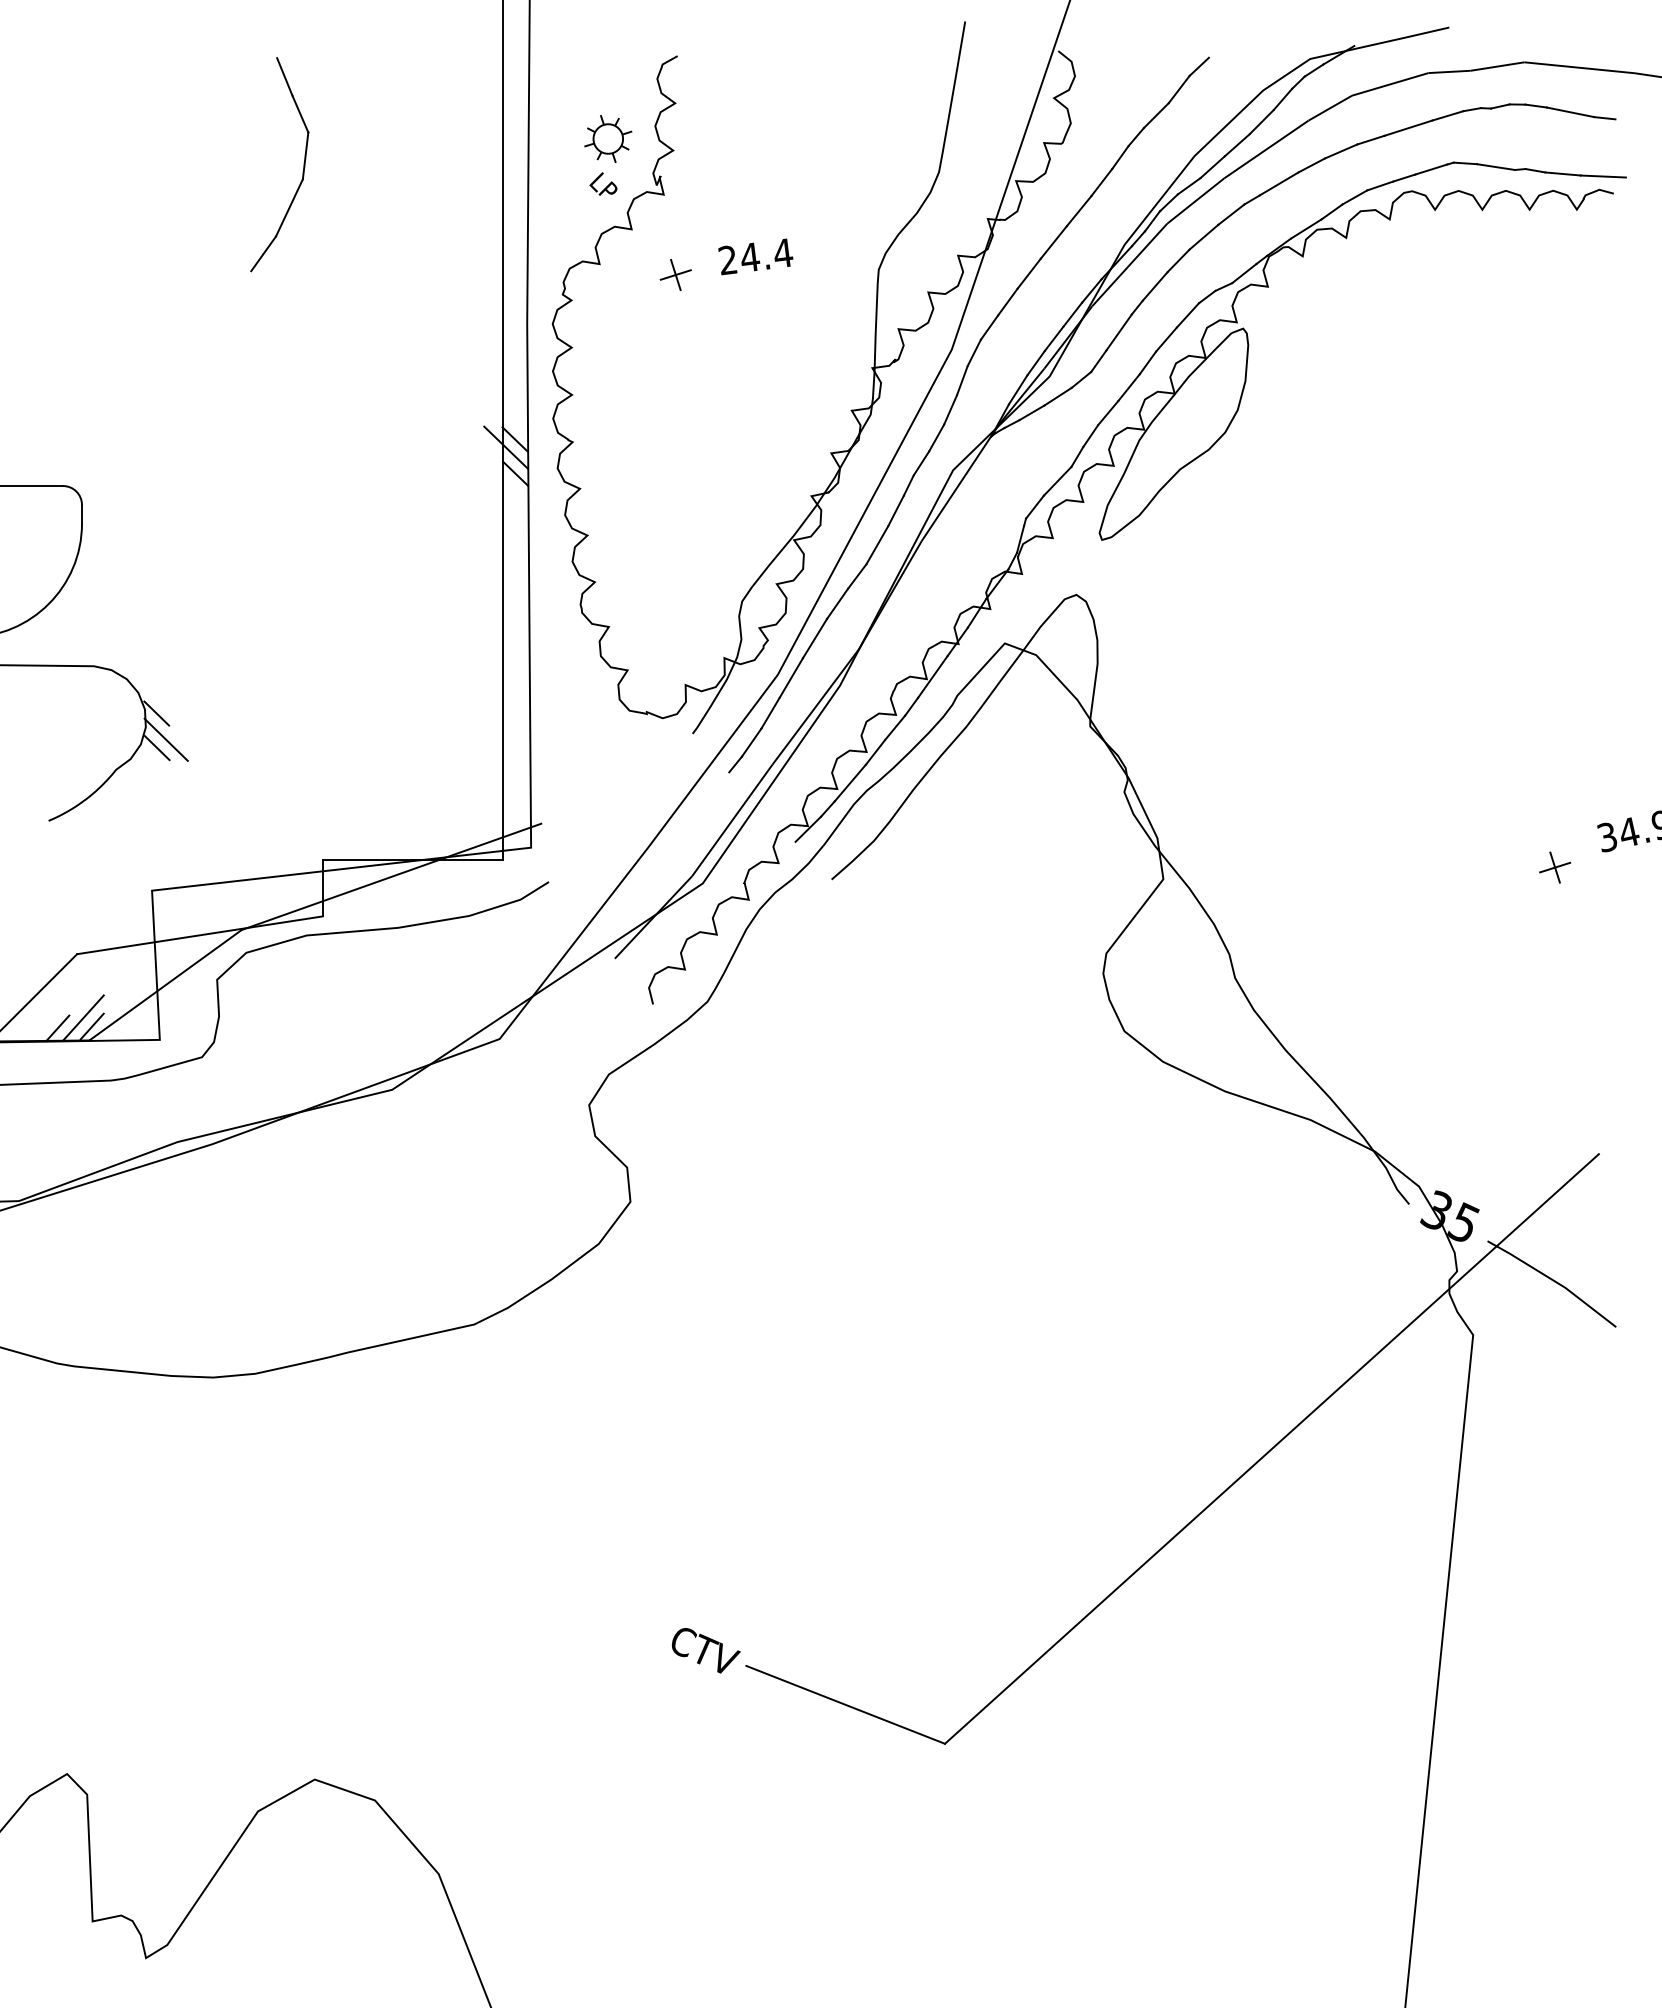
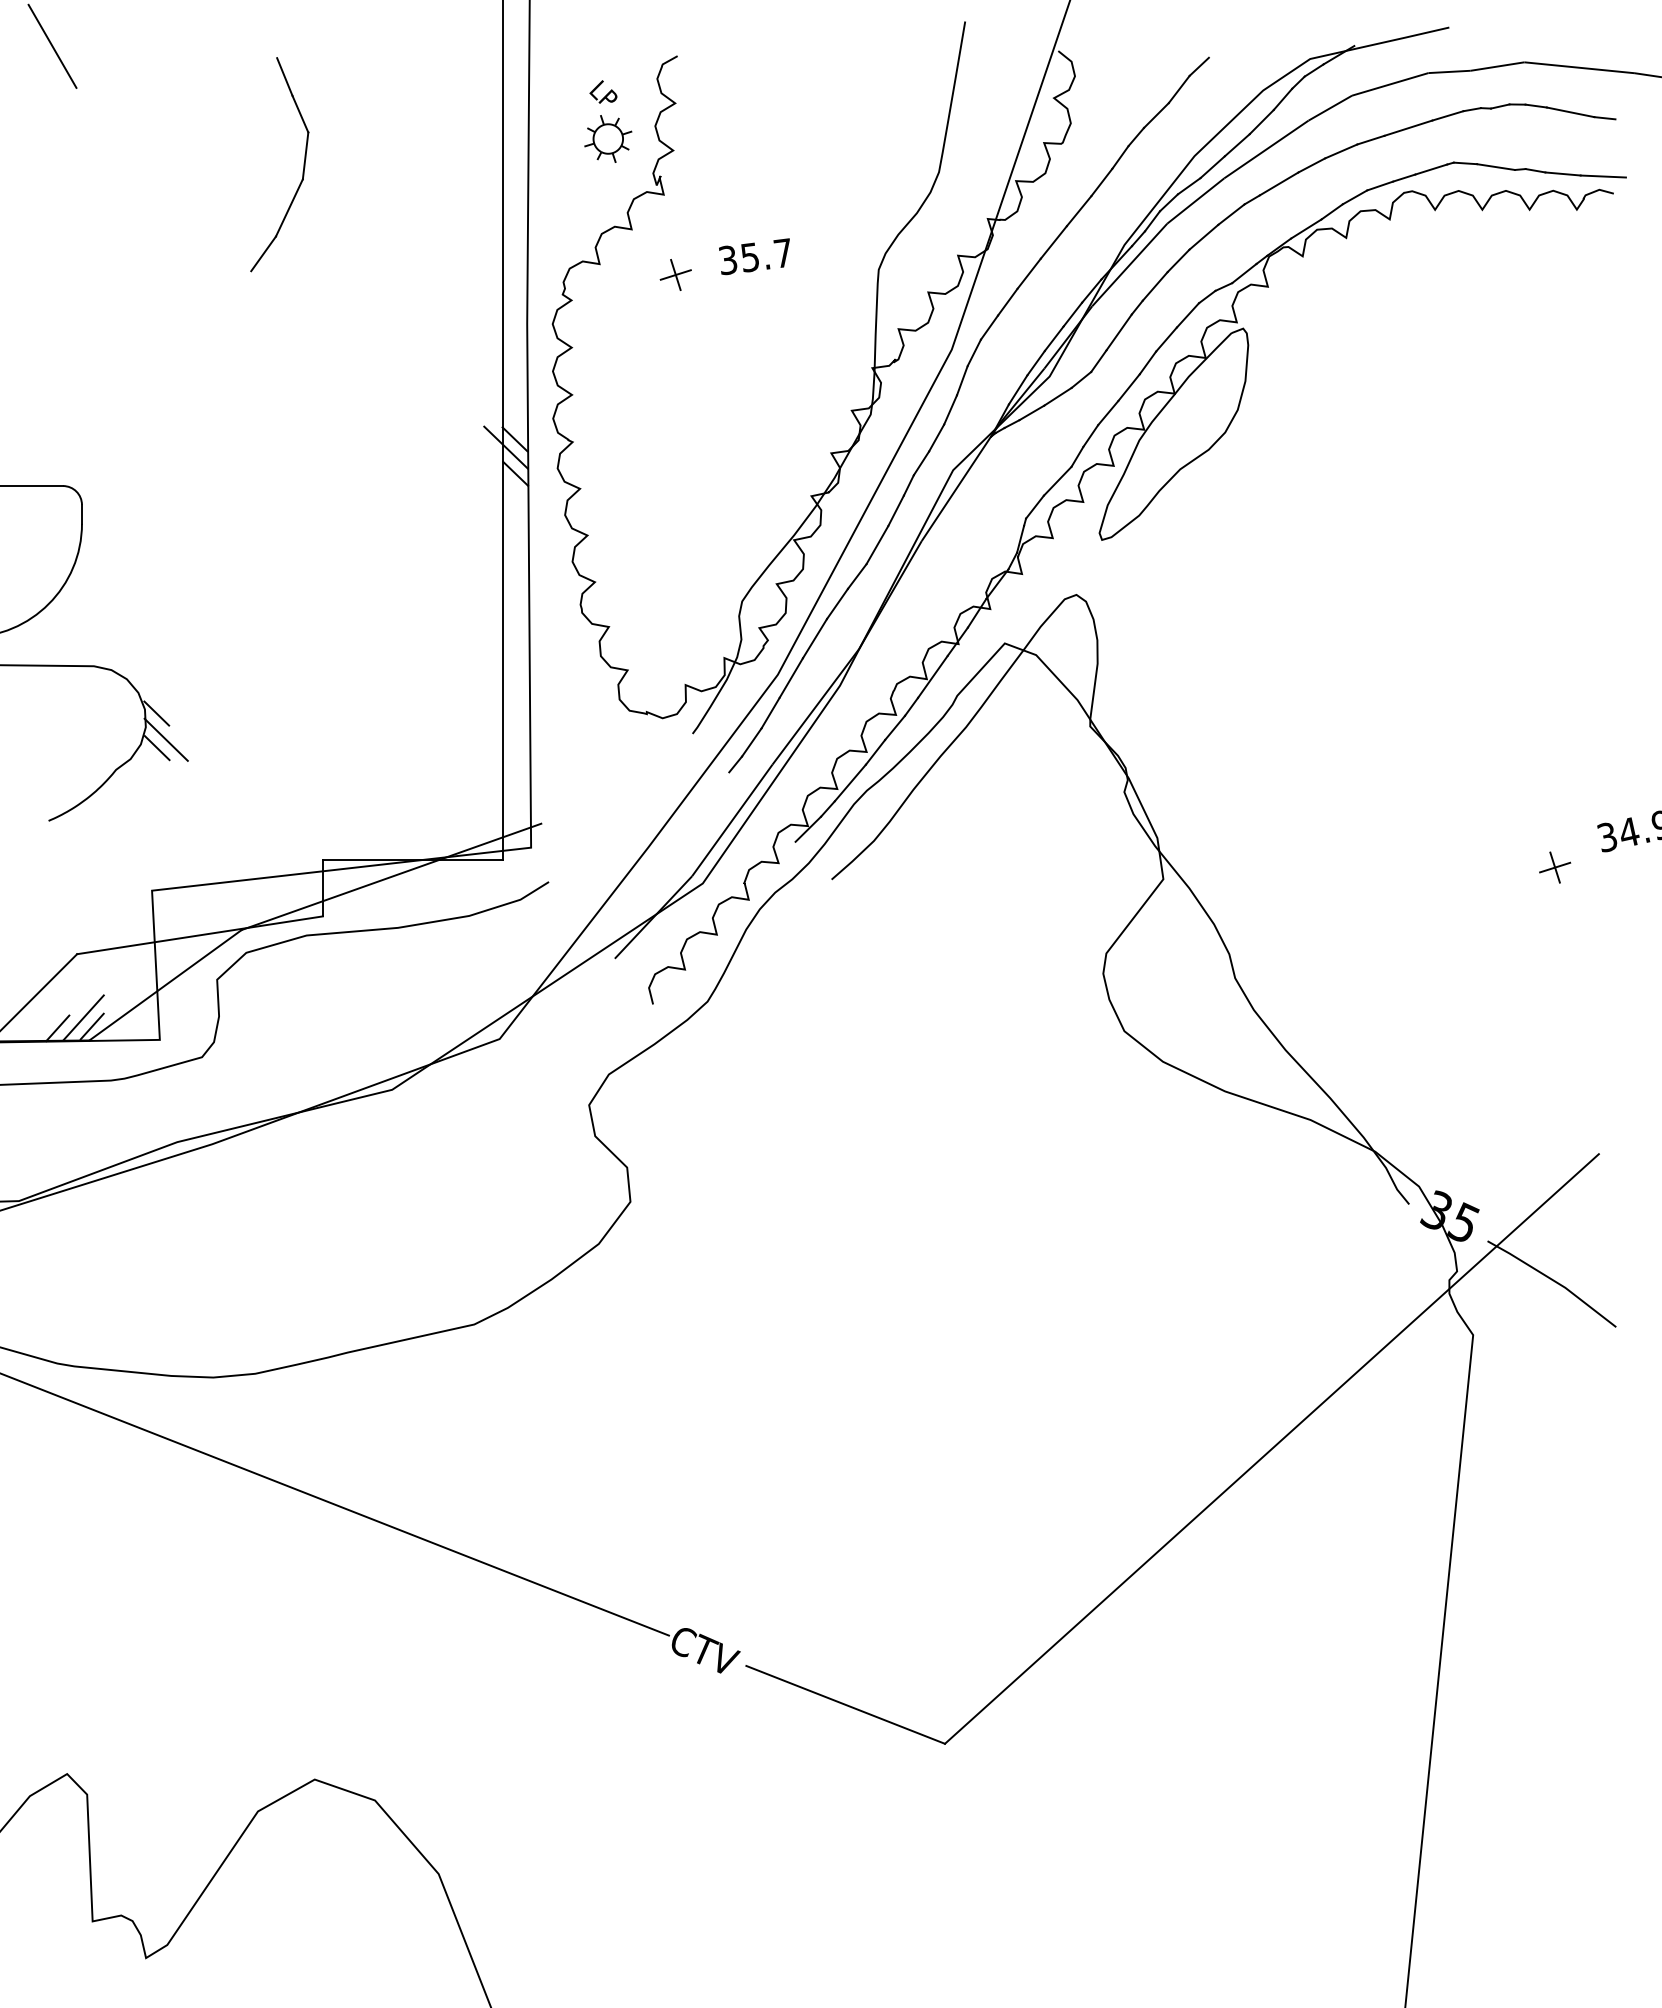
line at (52, 45): none -> present
text at (603, 183) position: (603, 183) -> (603, 91)
text at (755, 256): 24.4 -> 35.7
line at (335, 1504): none -> present
